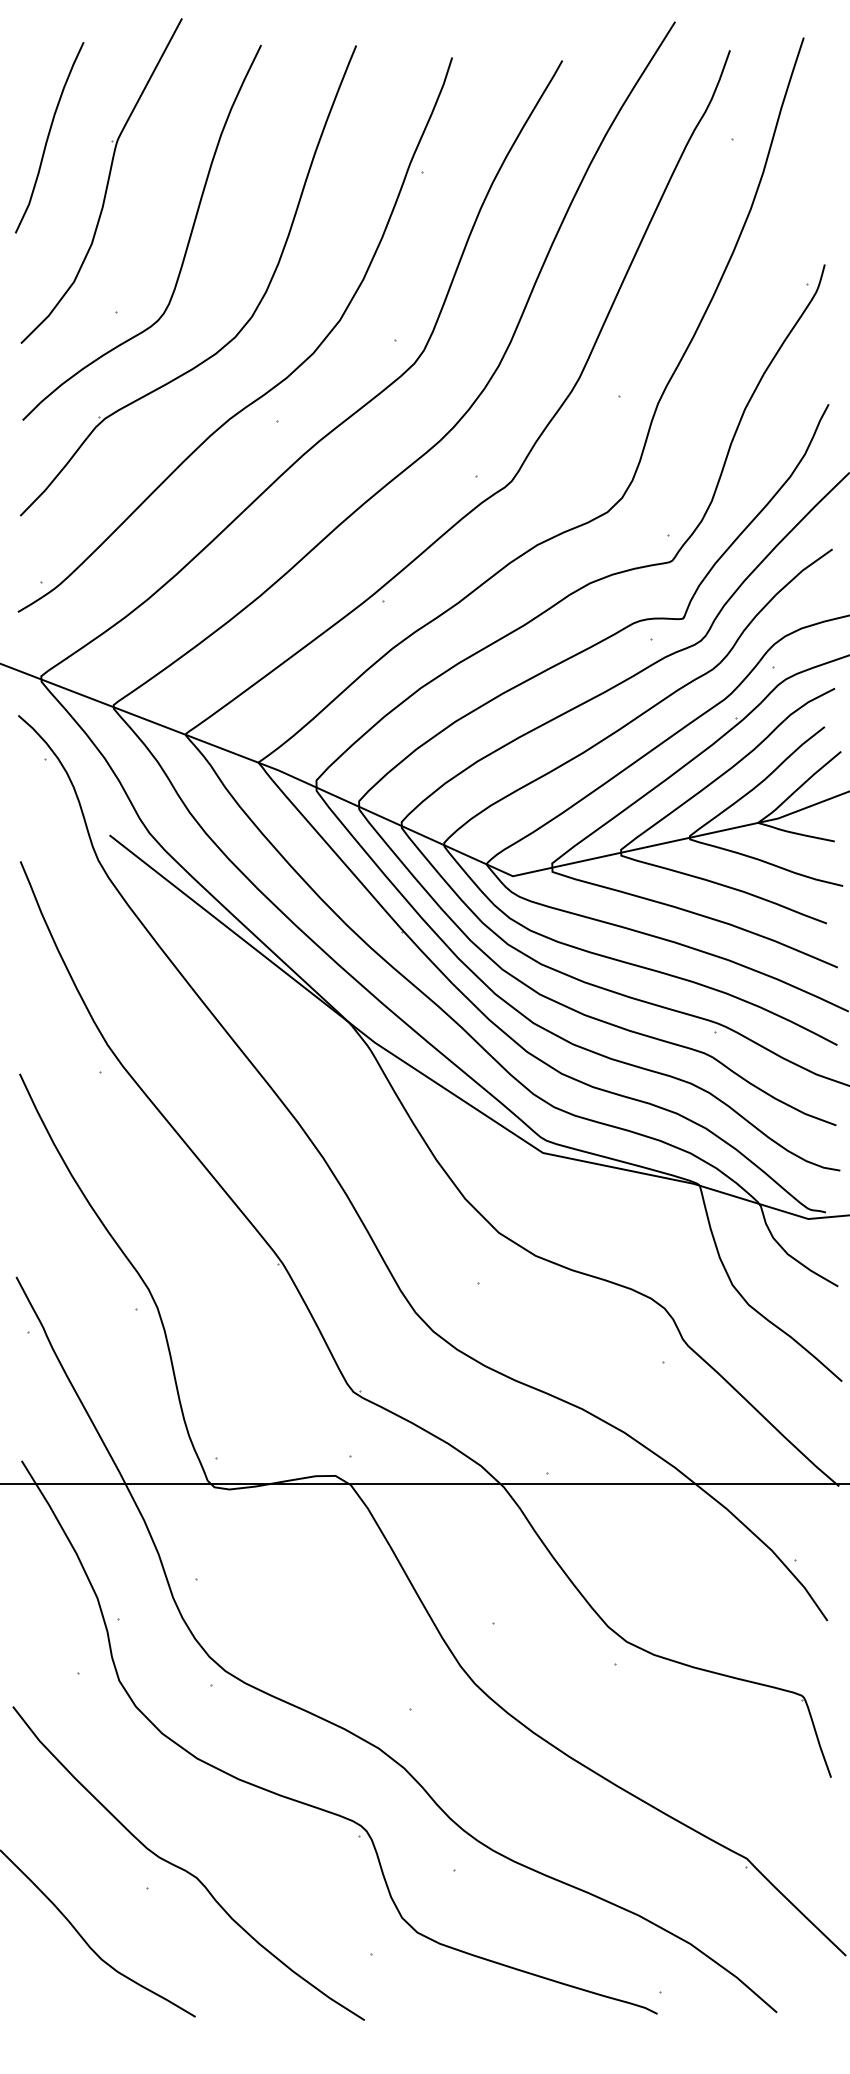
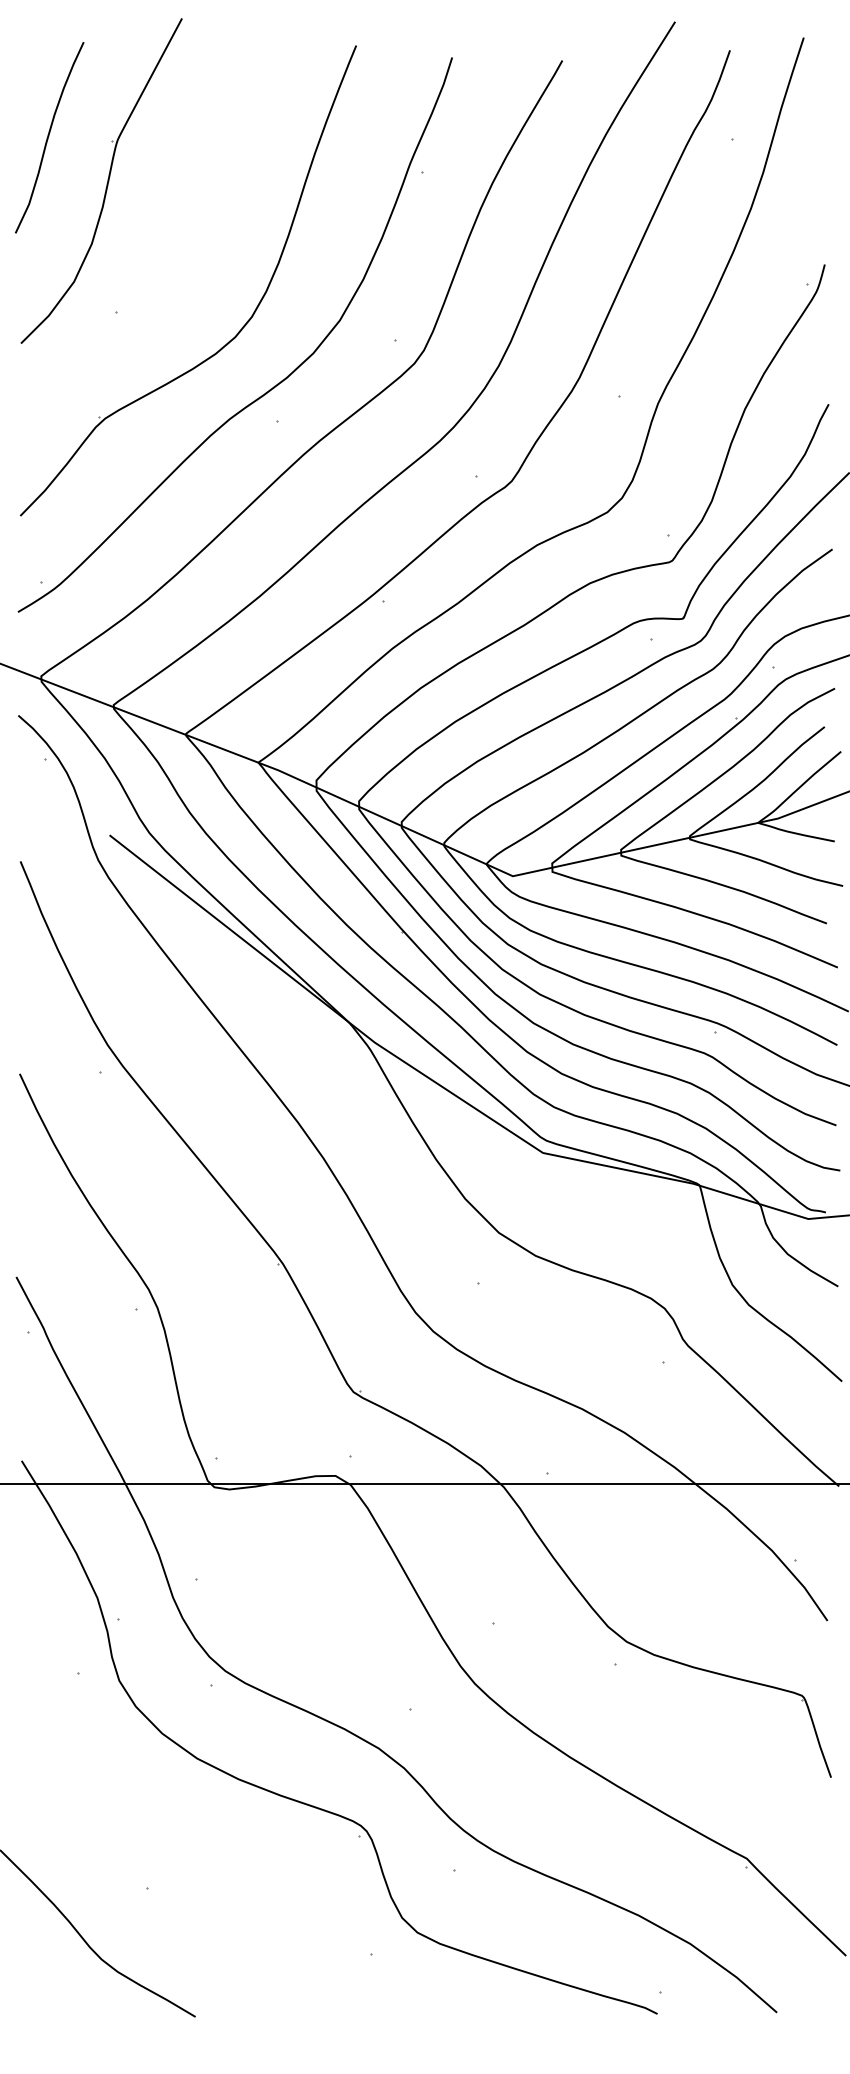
curve at (187, 242): present -> none
curve at (185, 1869): present -> none
